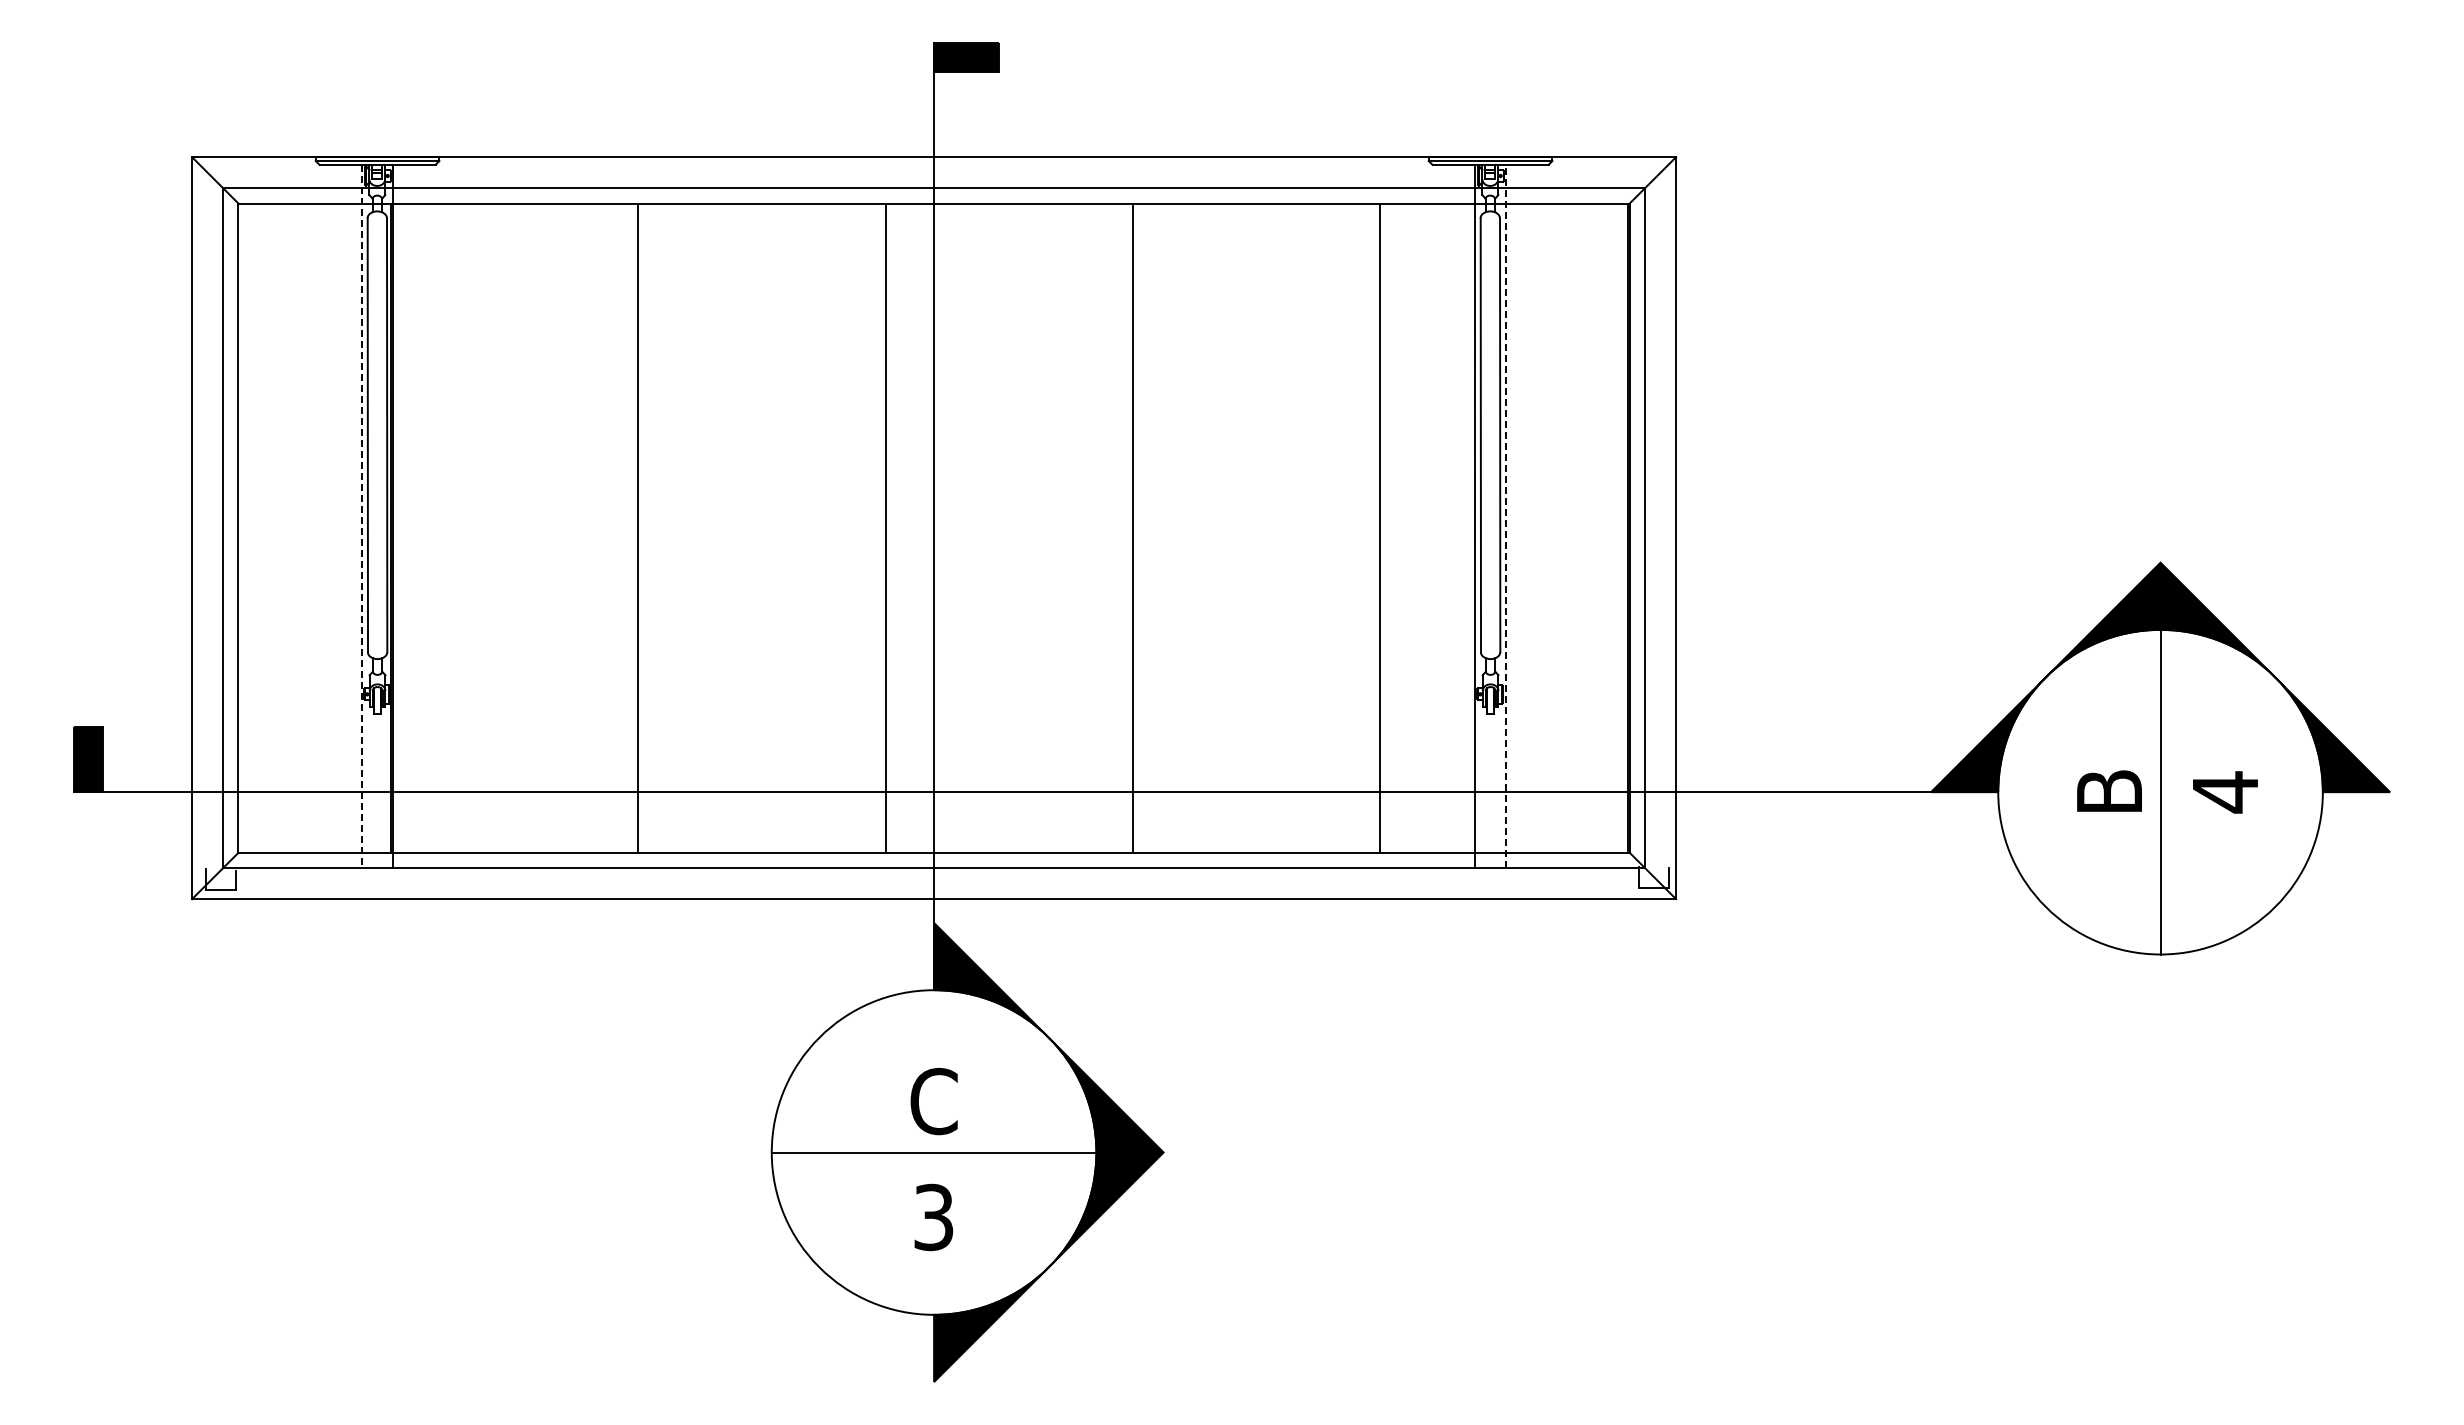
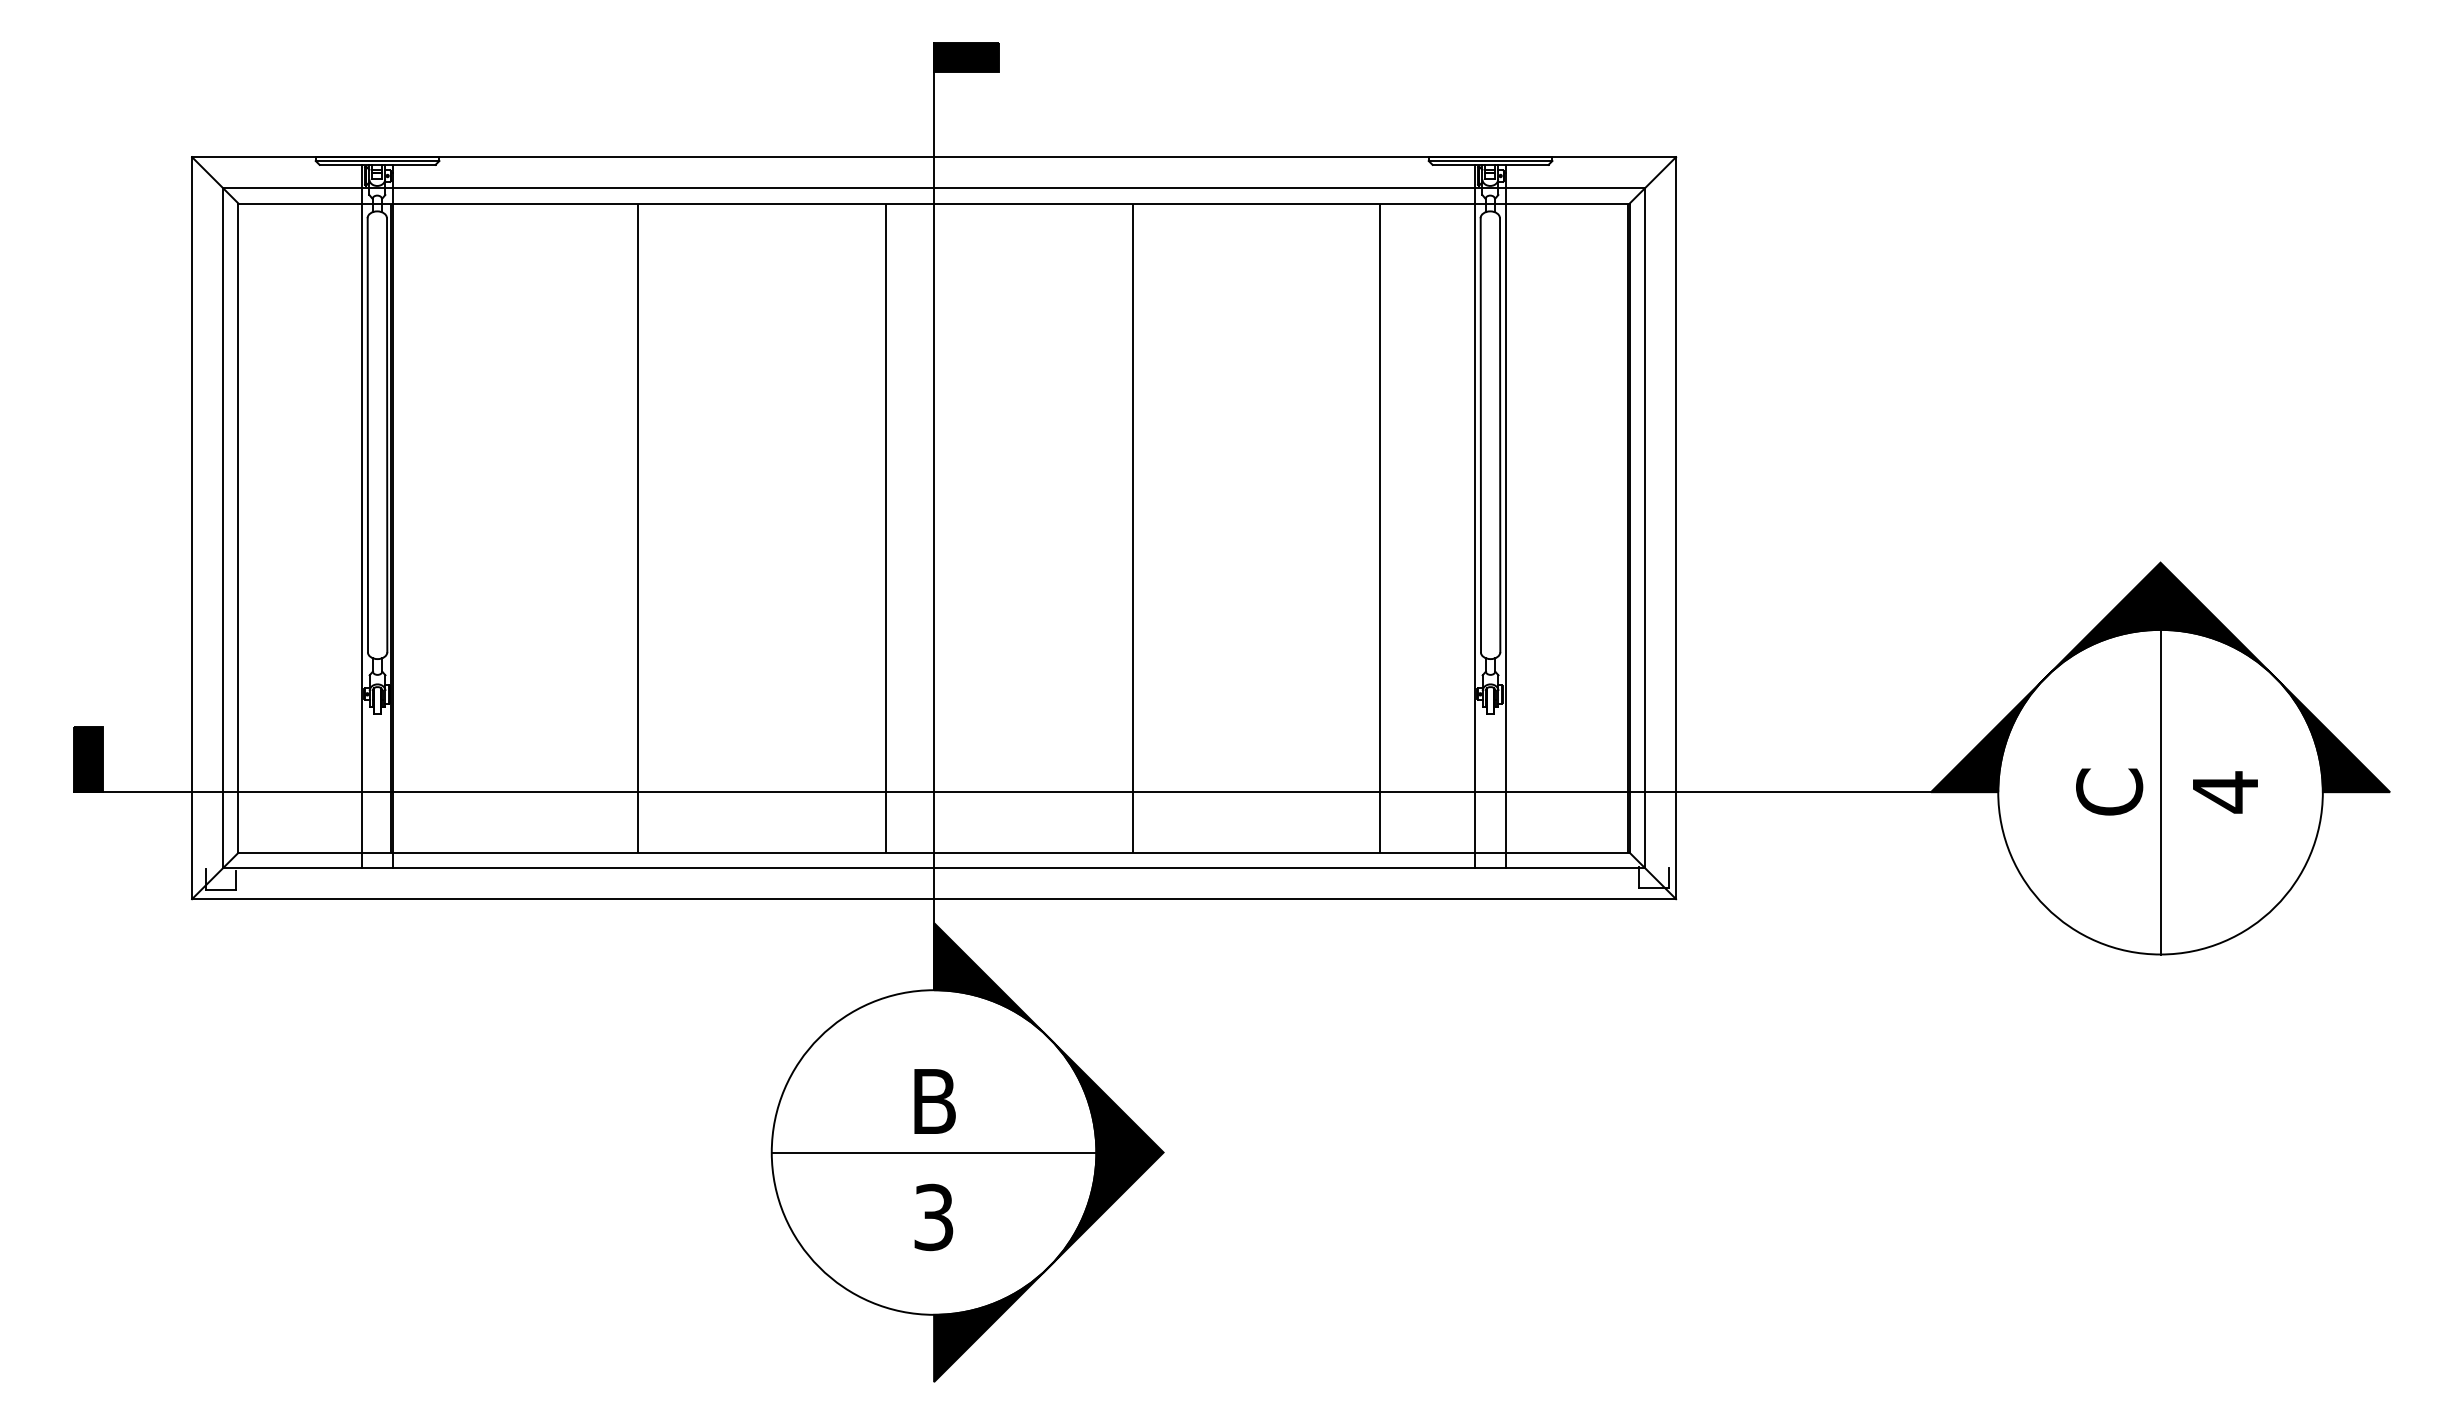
line at (362, 516): dashed -> solid
line at (1506, 516): dashed -> solid
text at (2109, 791): B -> C
text at (933, 1101): C -> B
